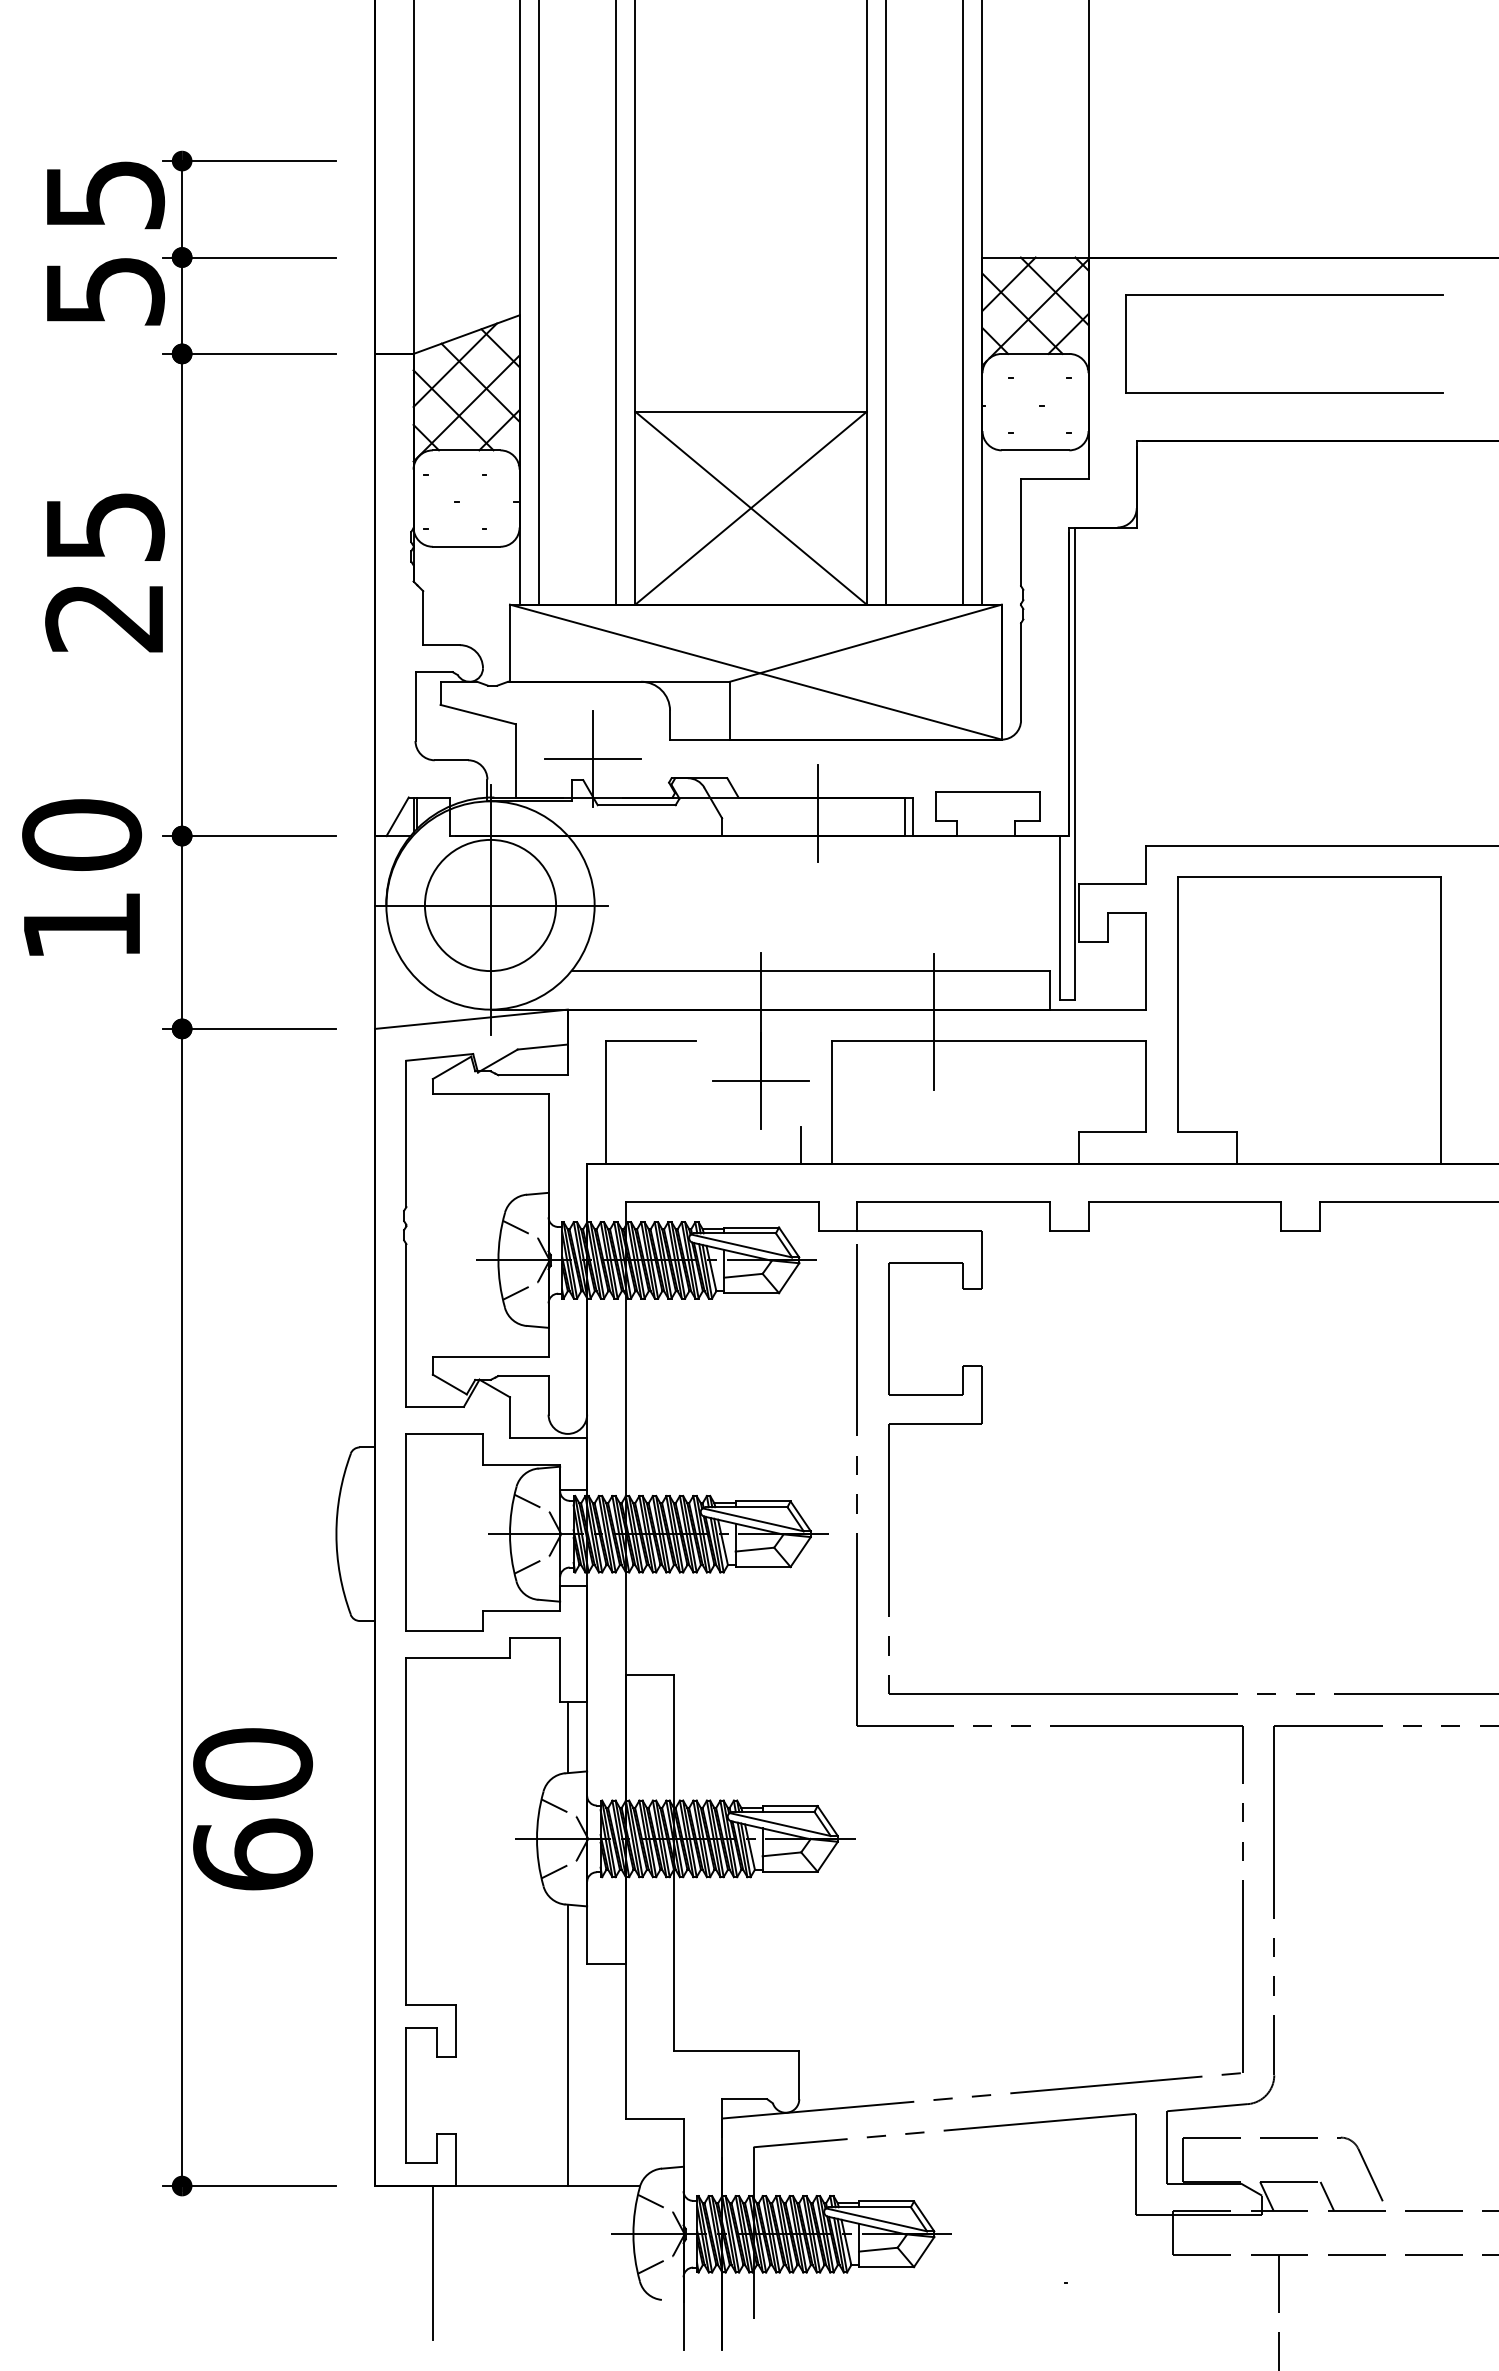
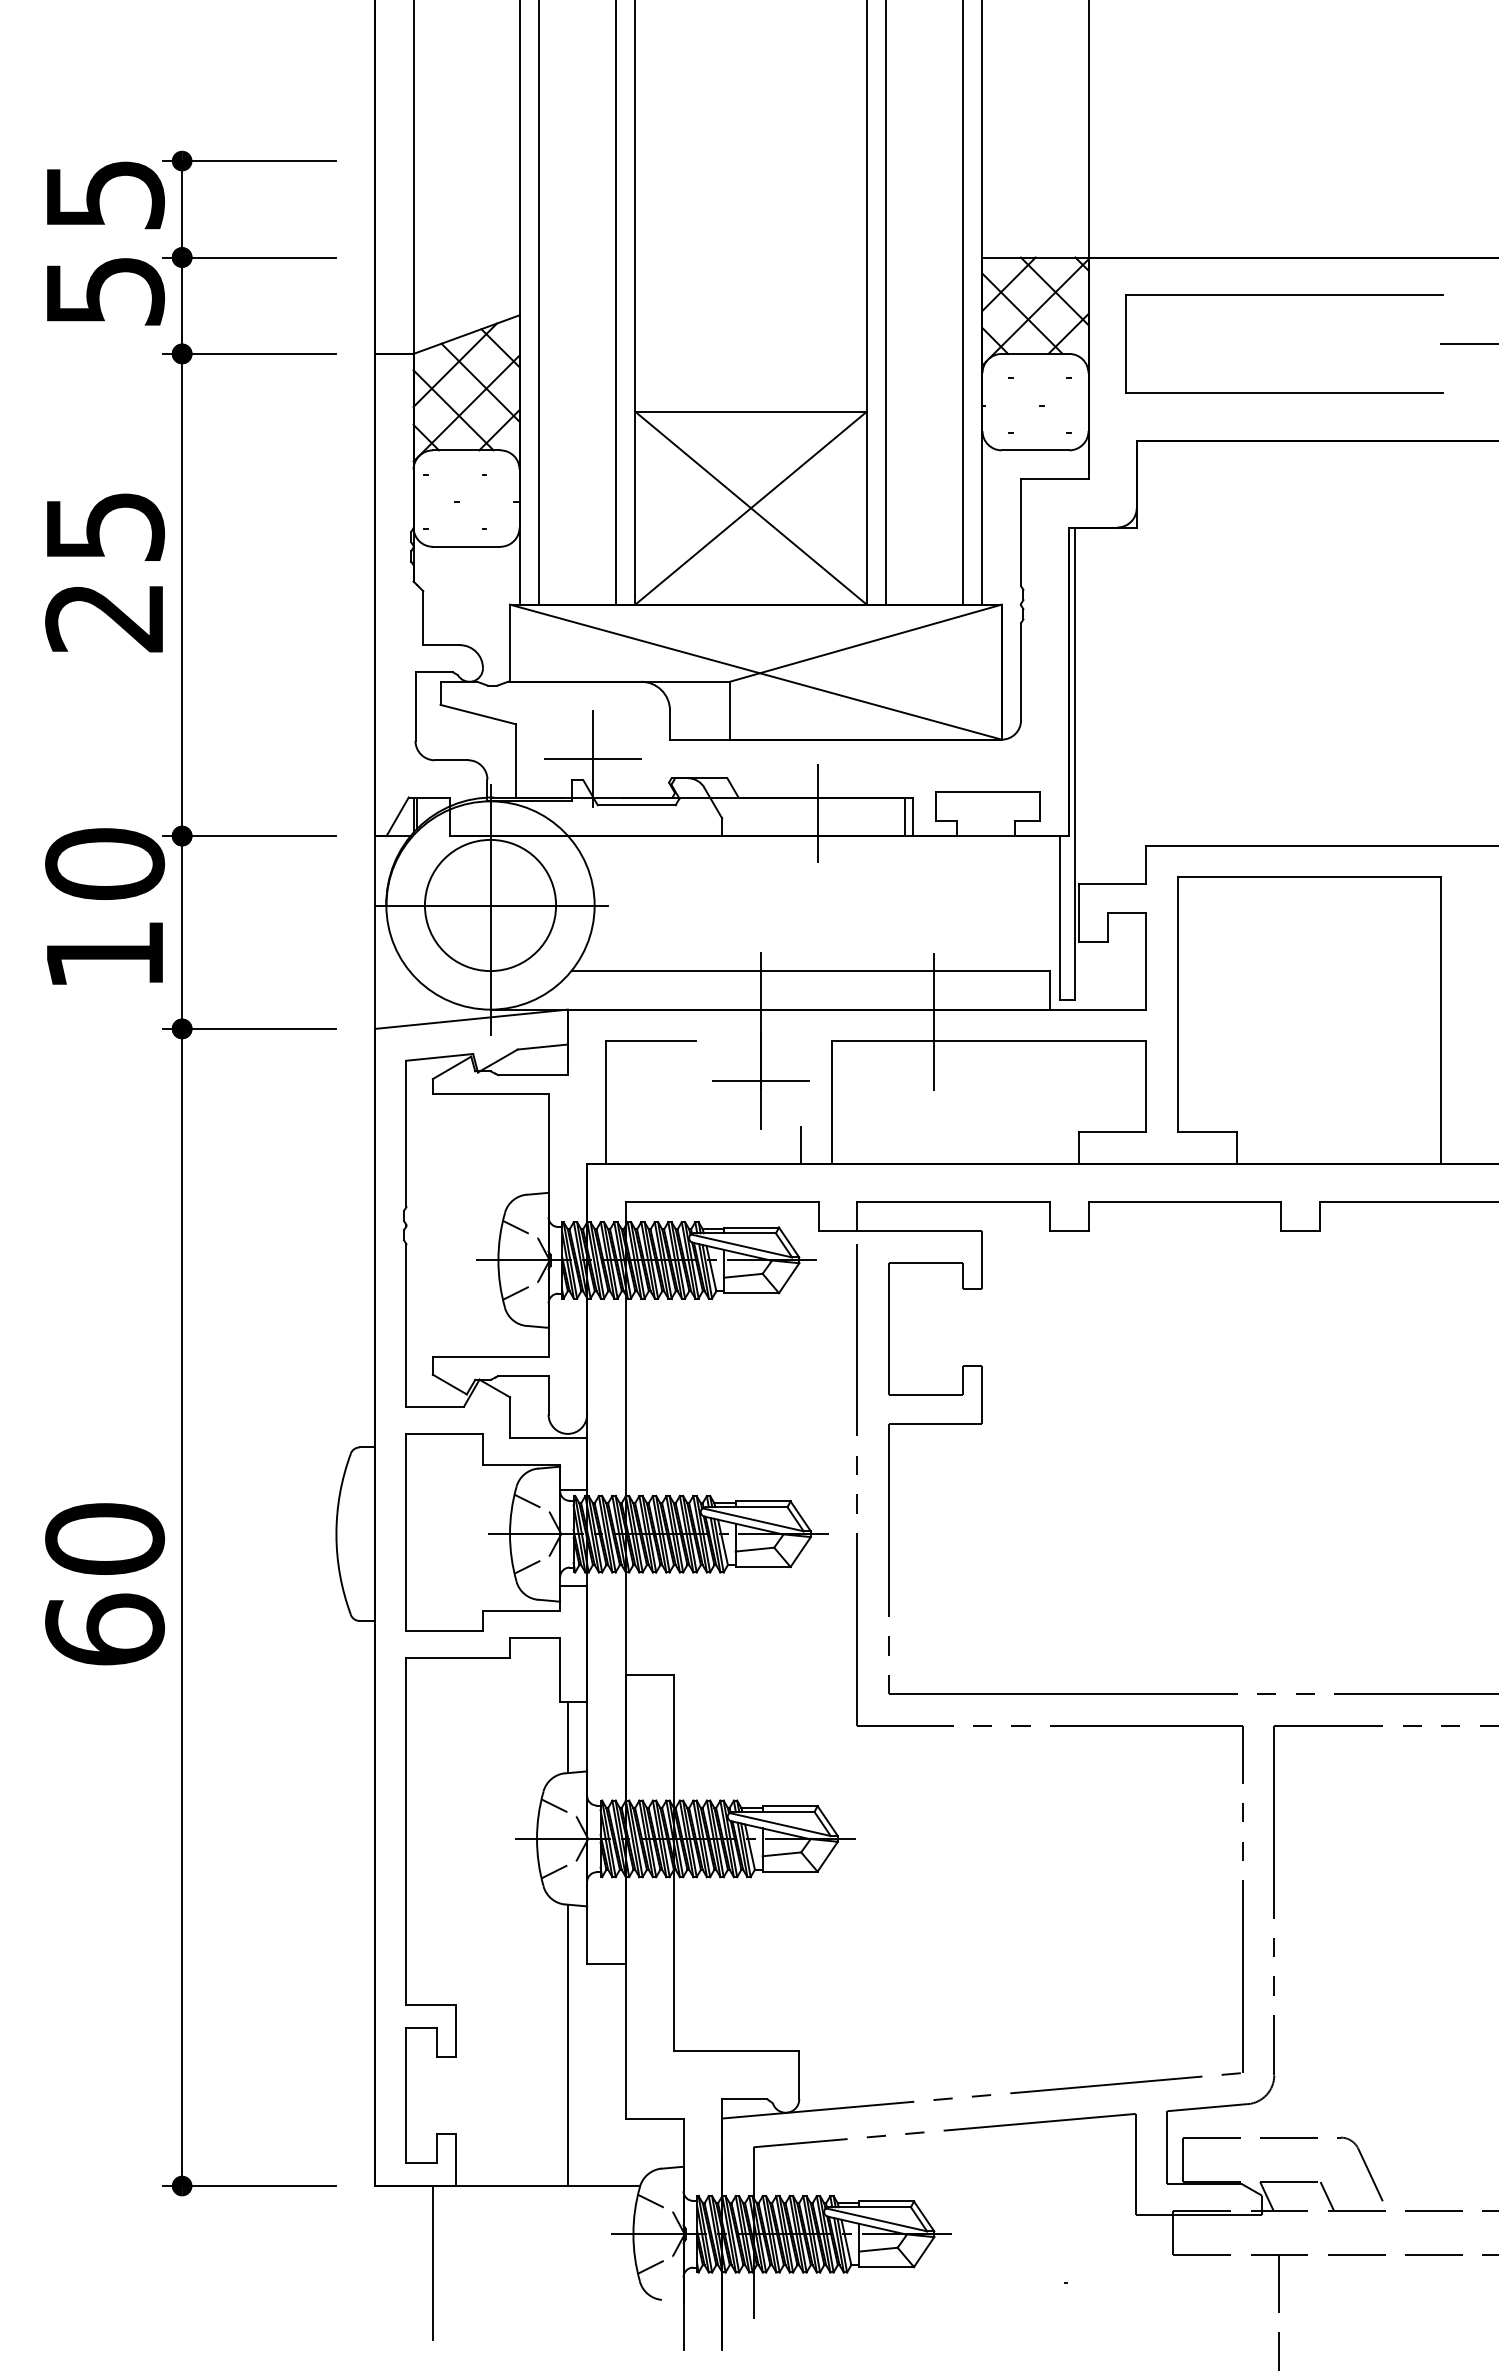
line at (1468, 344): none -> present
text at (81, 877) position: (81, 877) -> (104, 906)
text at (252, 1809) position: (252, 1809) -> (104, 1584)
